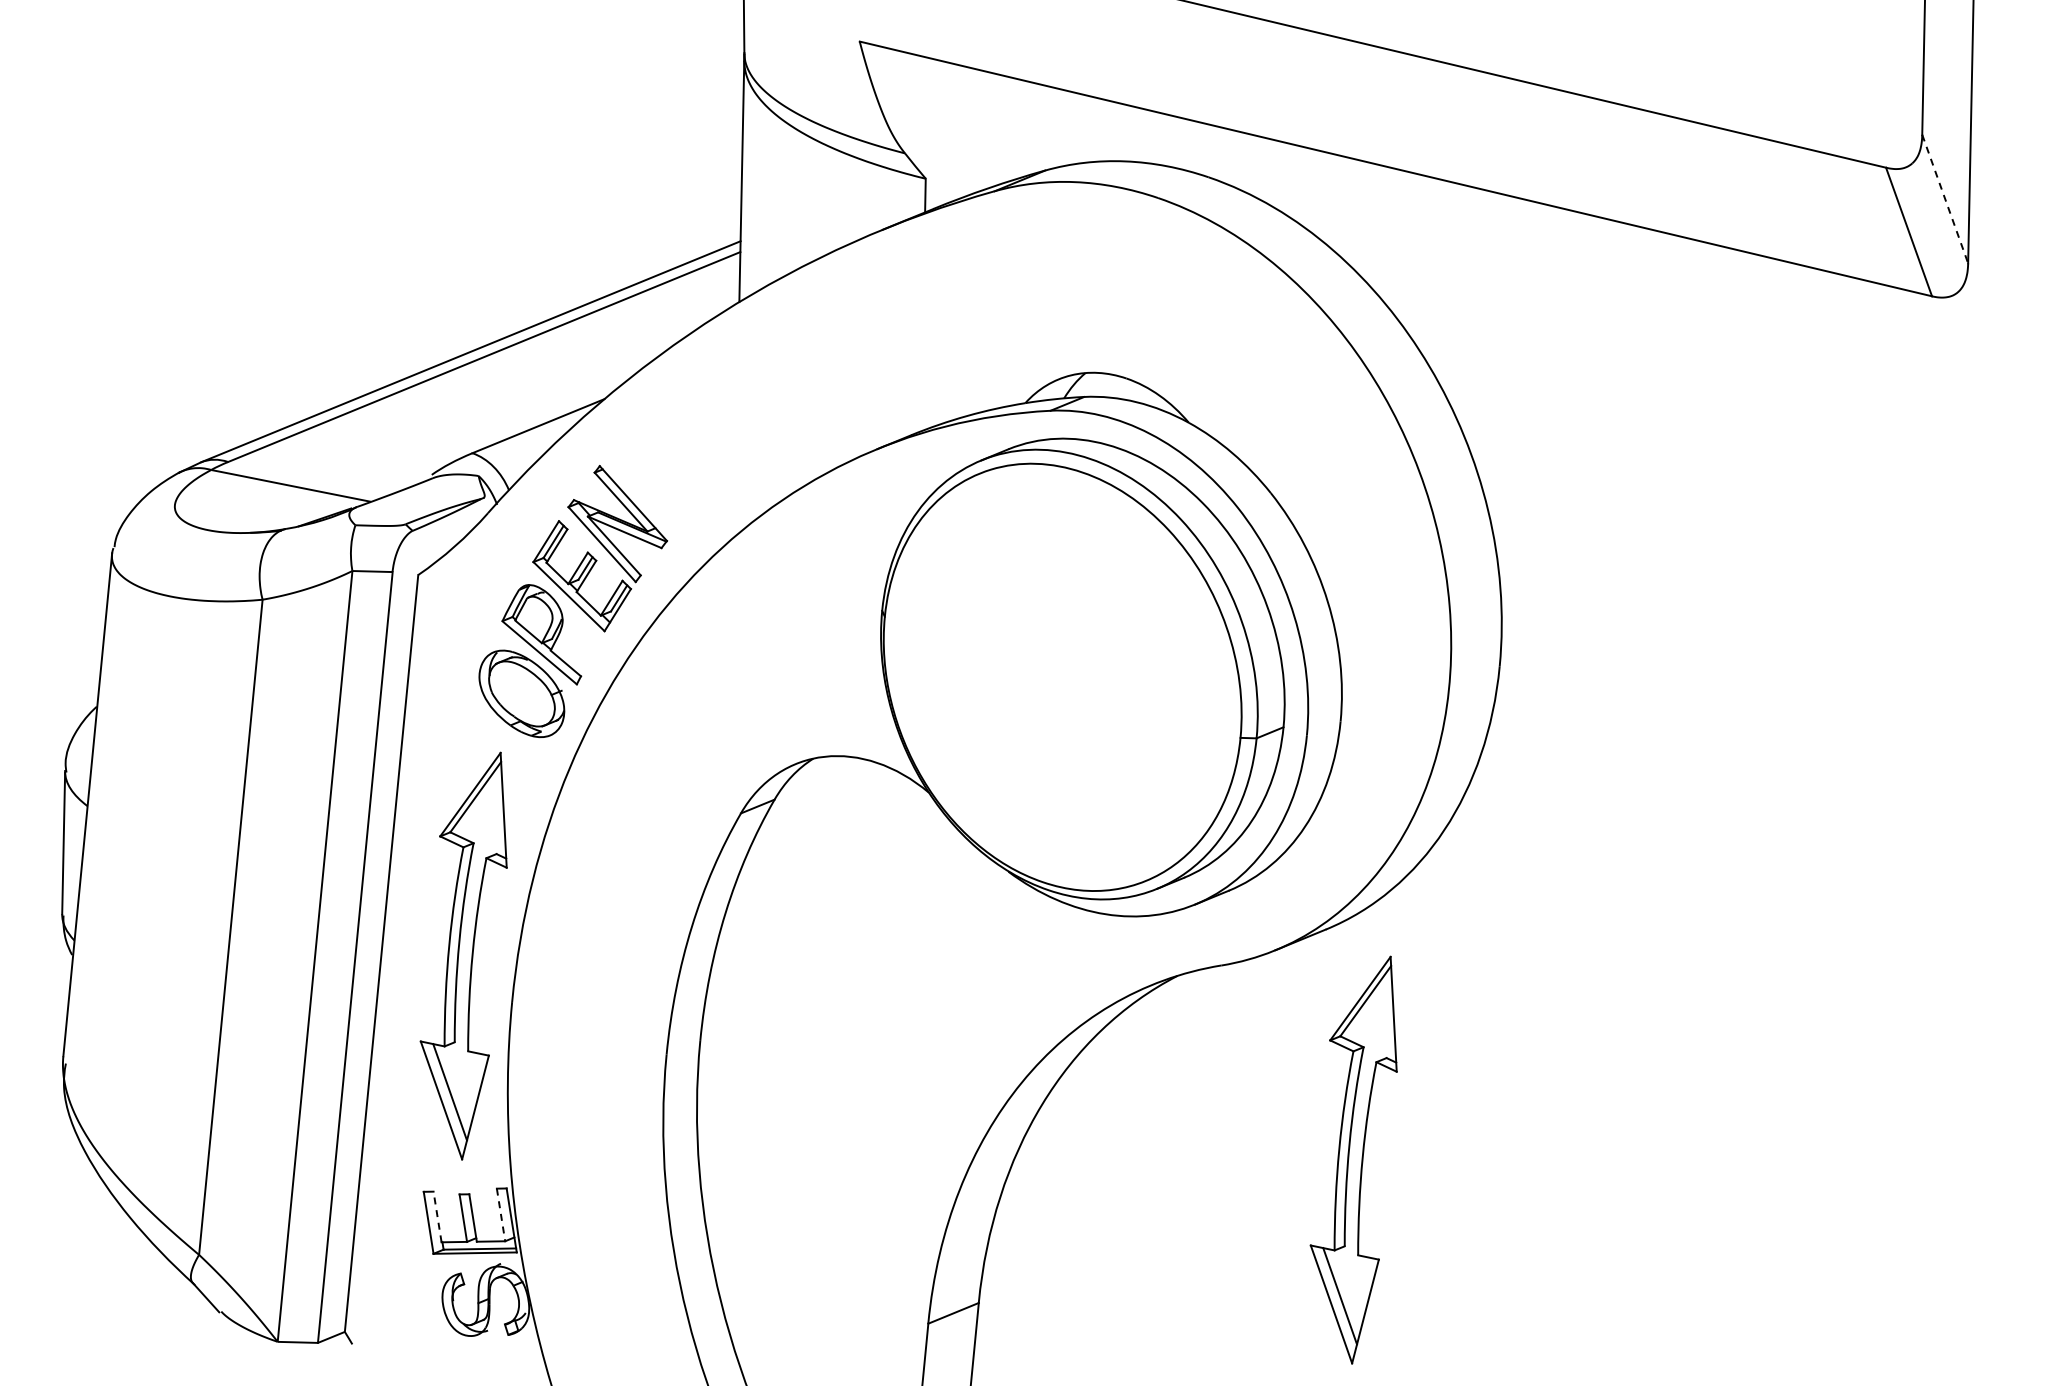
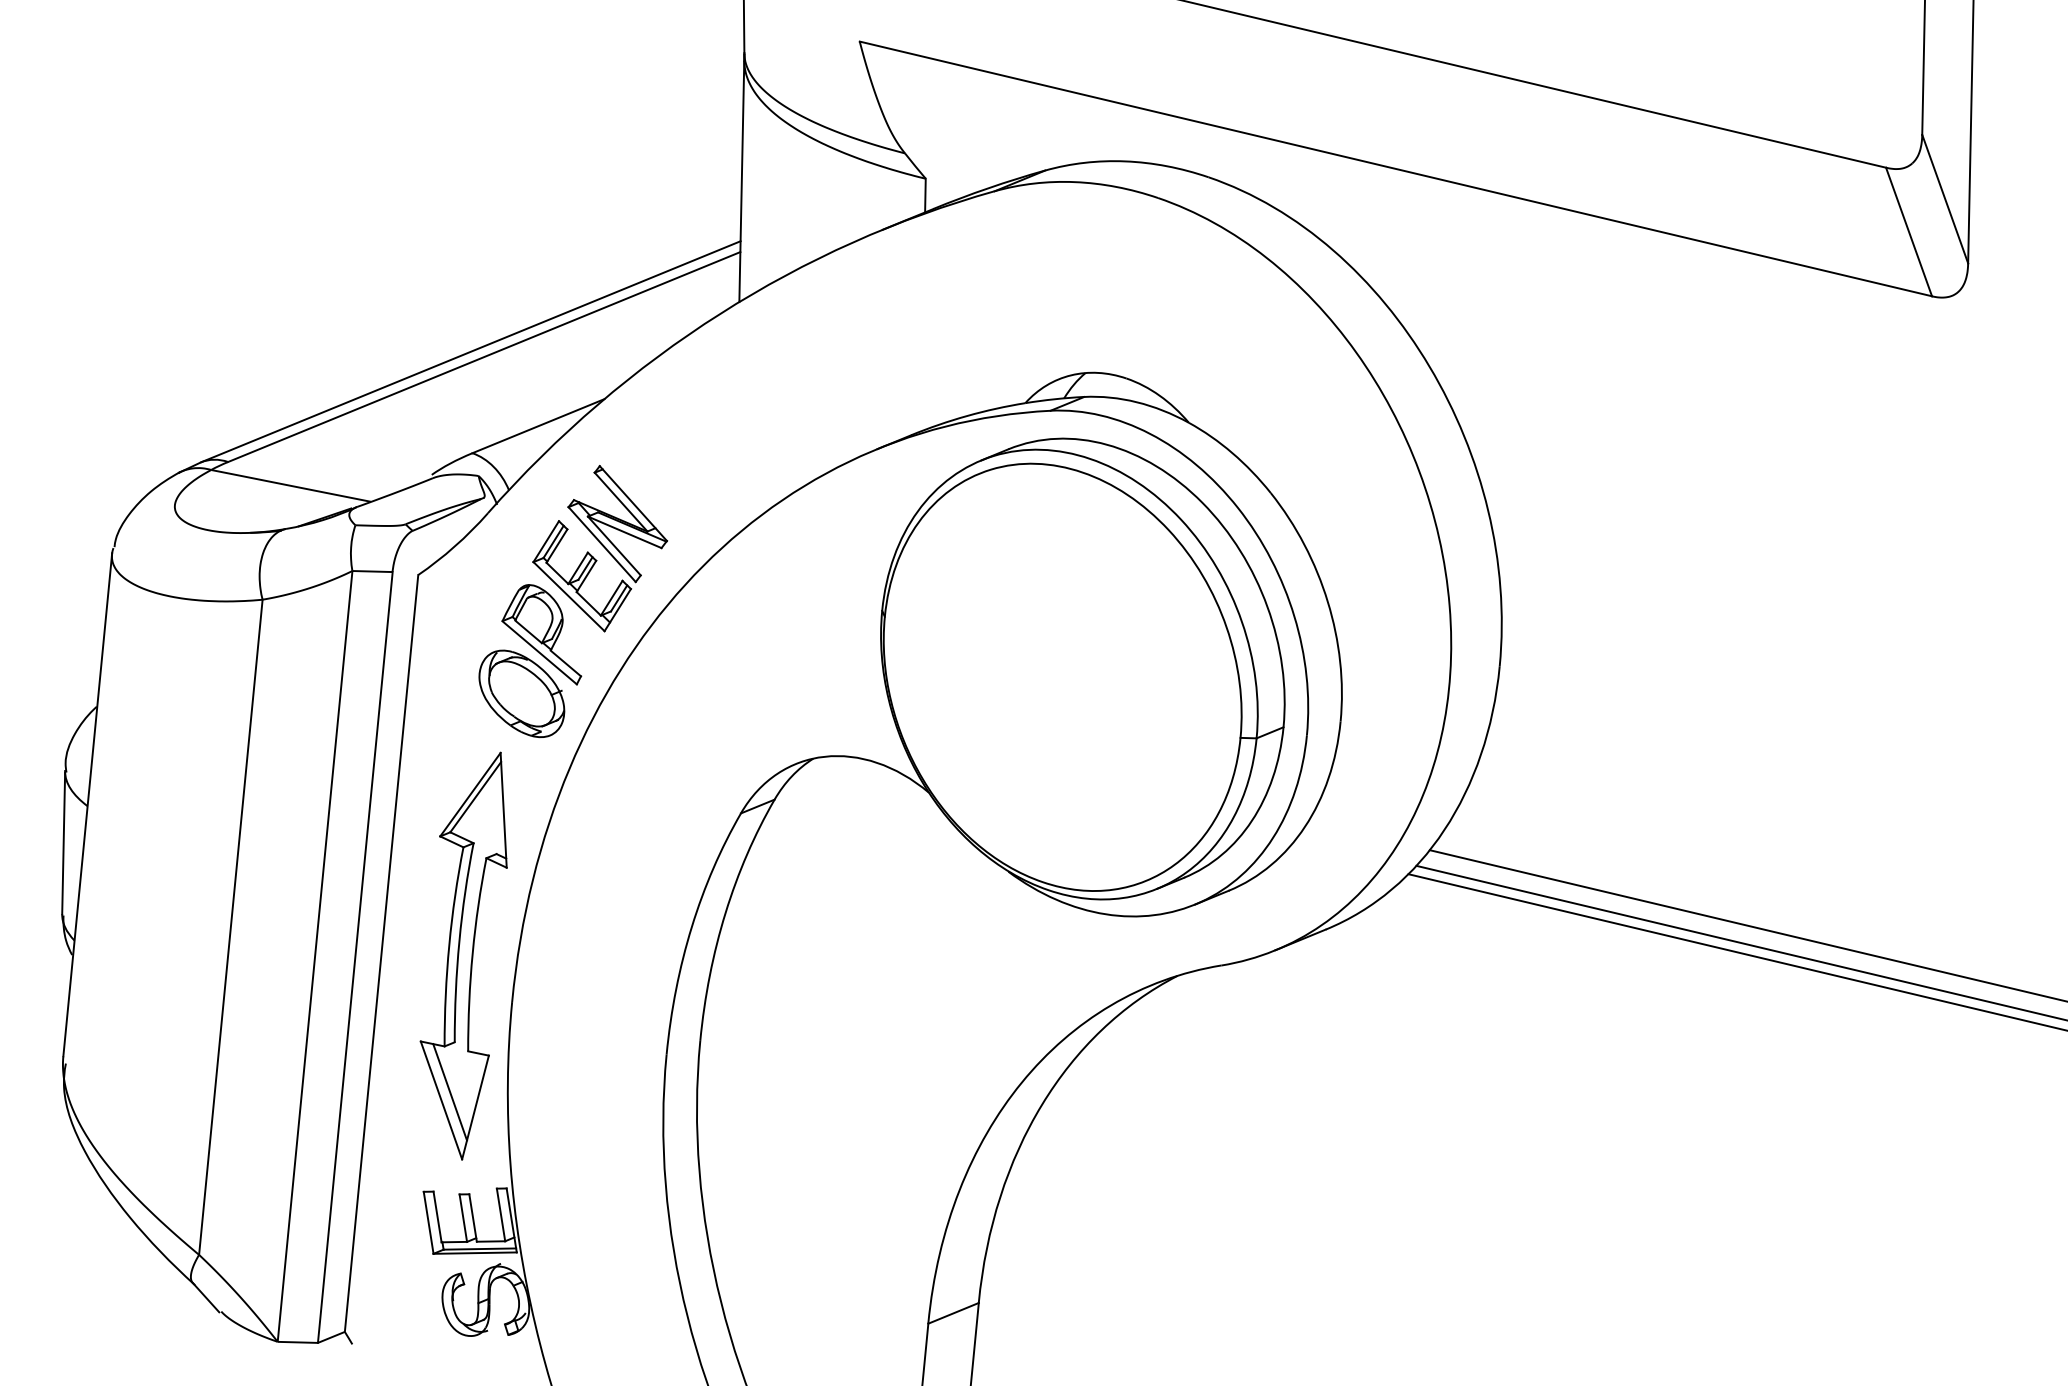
line at (1945, 199): dashed -> solid
line at (1746, 925): none -> present
line at (1740, 942): none -> present
line at (1736, 952): none -> present
part at (1353, 1159): present -> none
line at (501, 1214): dashed -> solid
line at (437, 1216): dashed -> solid
